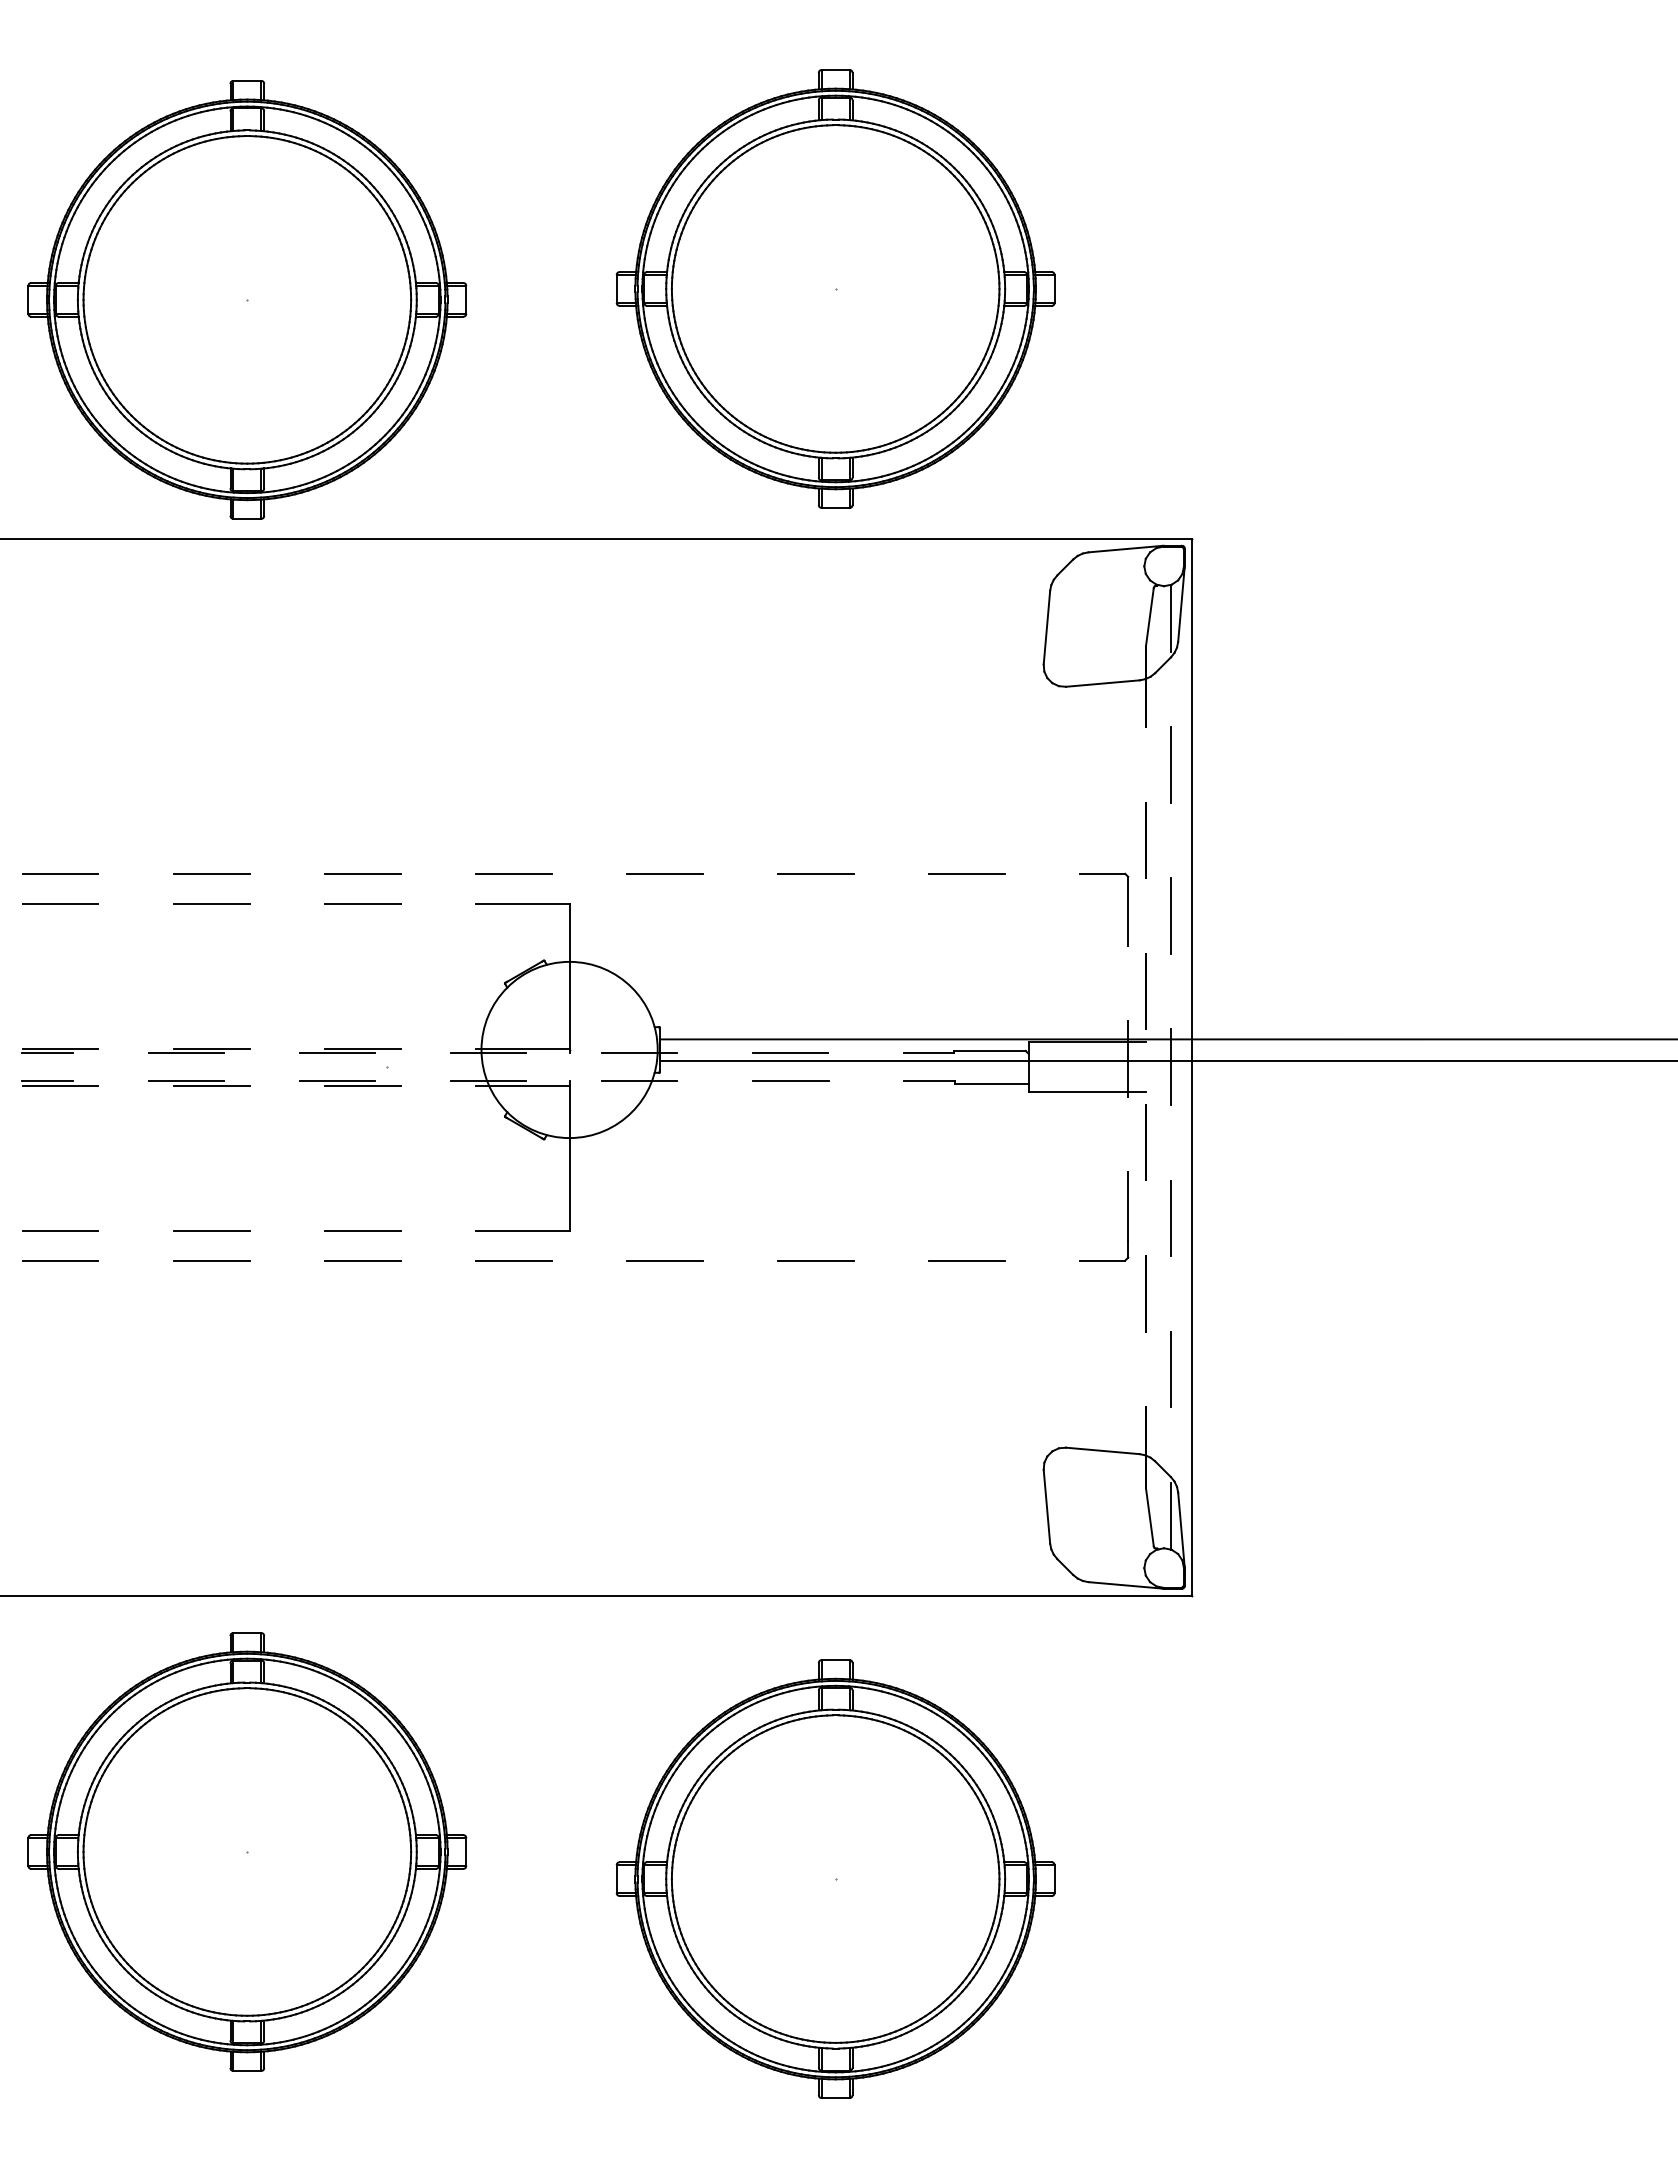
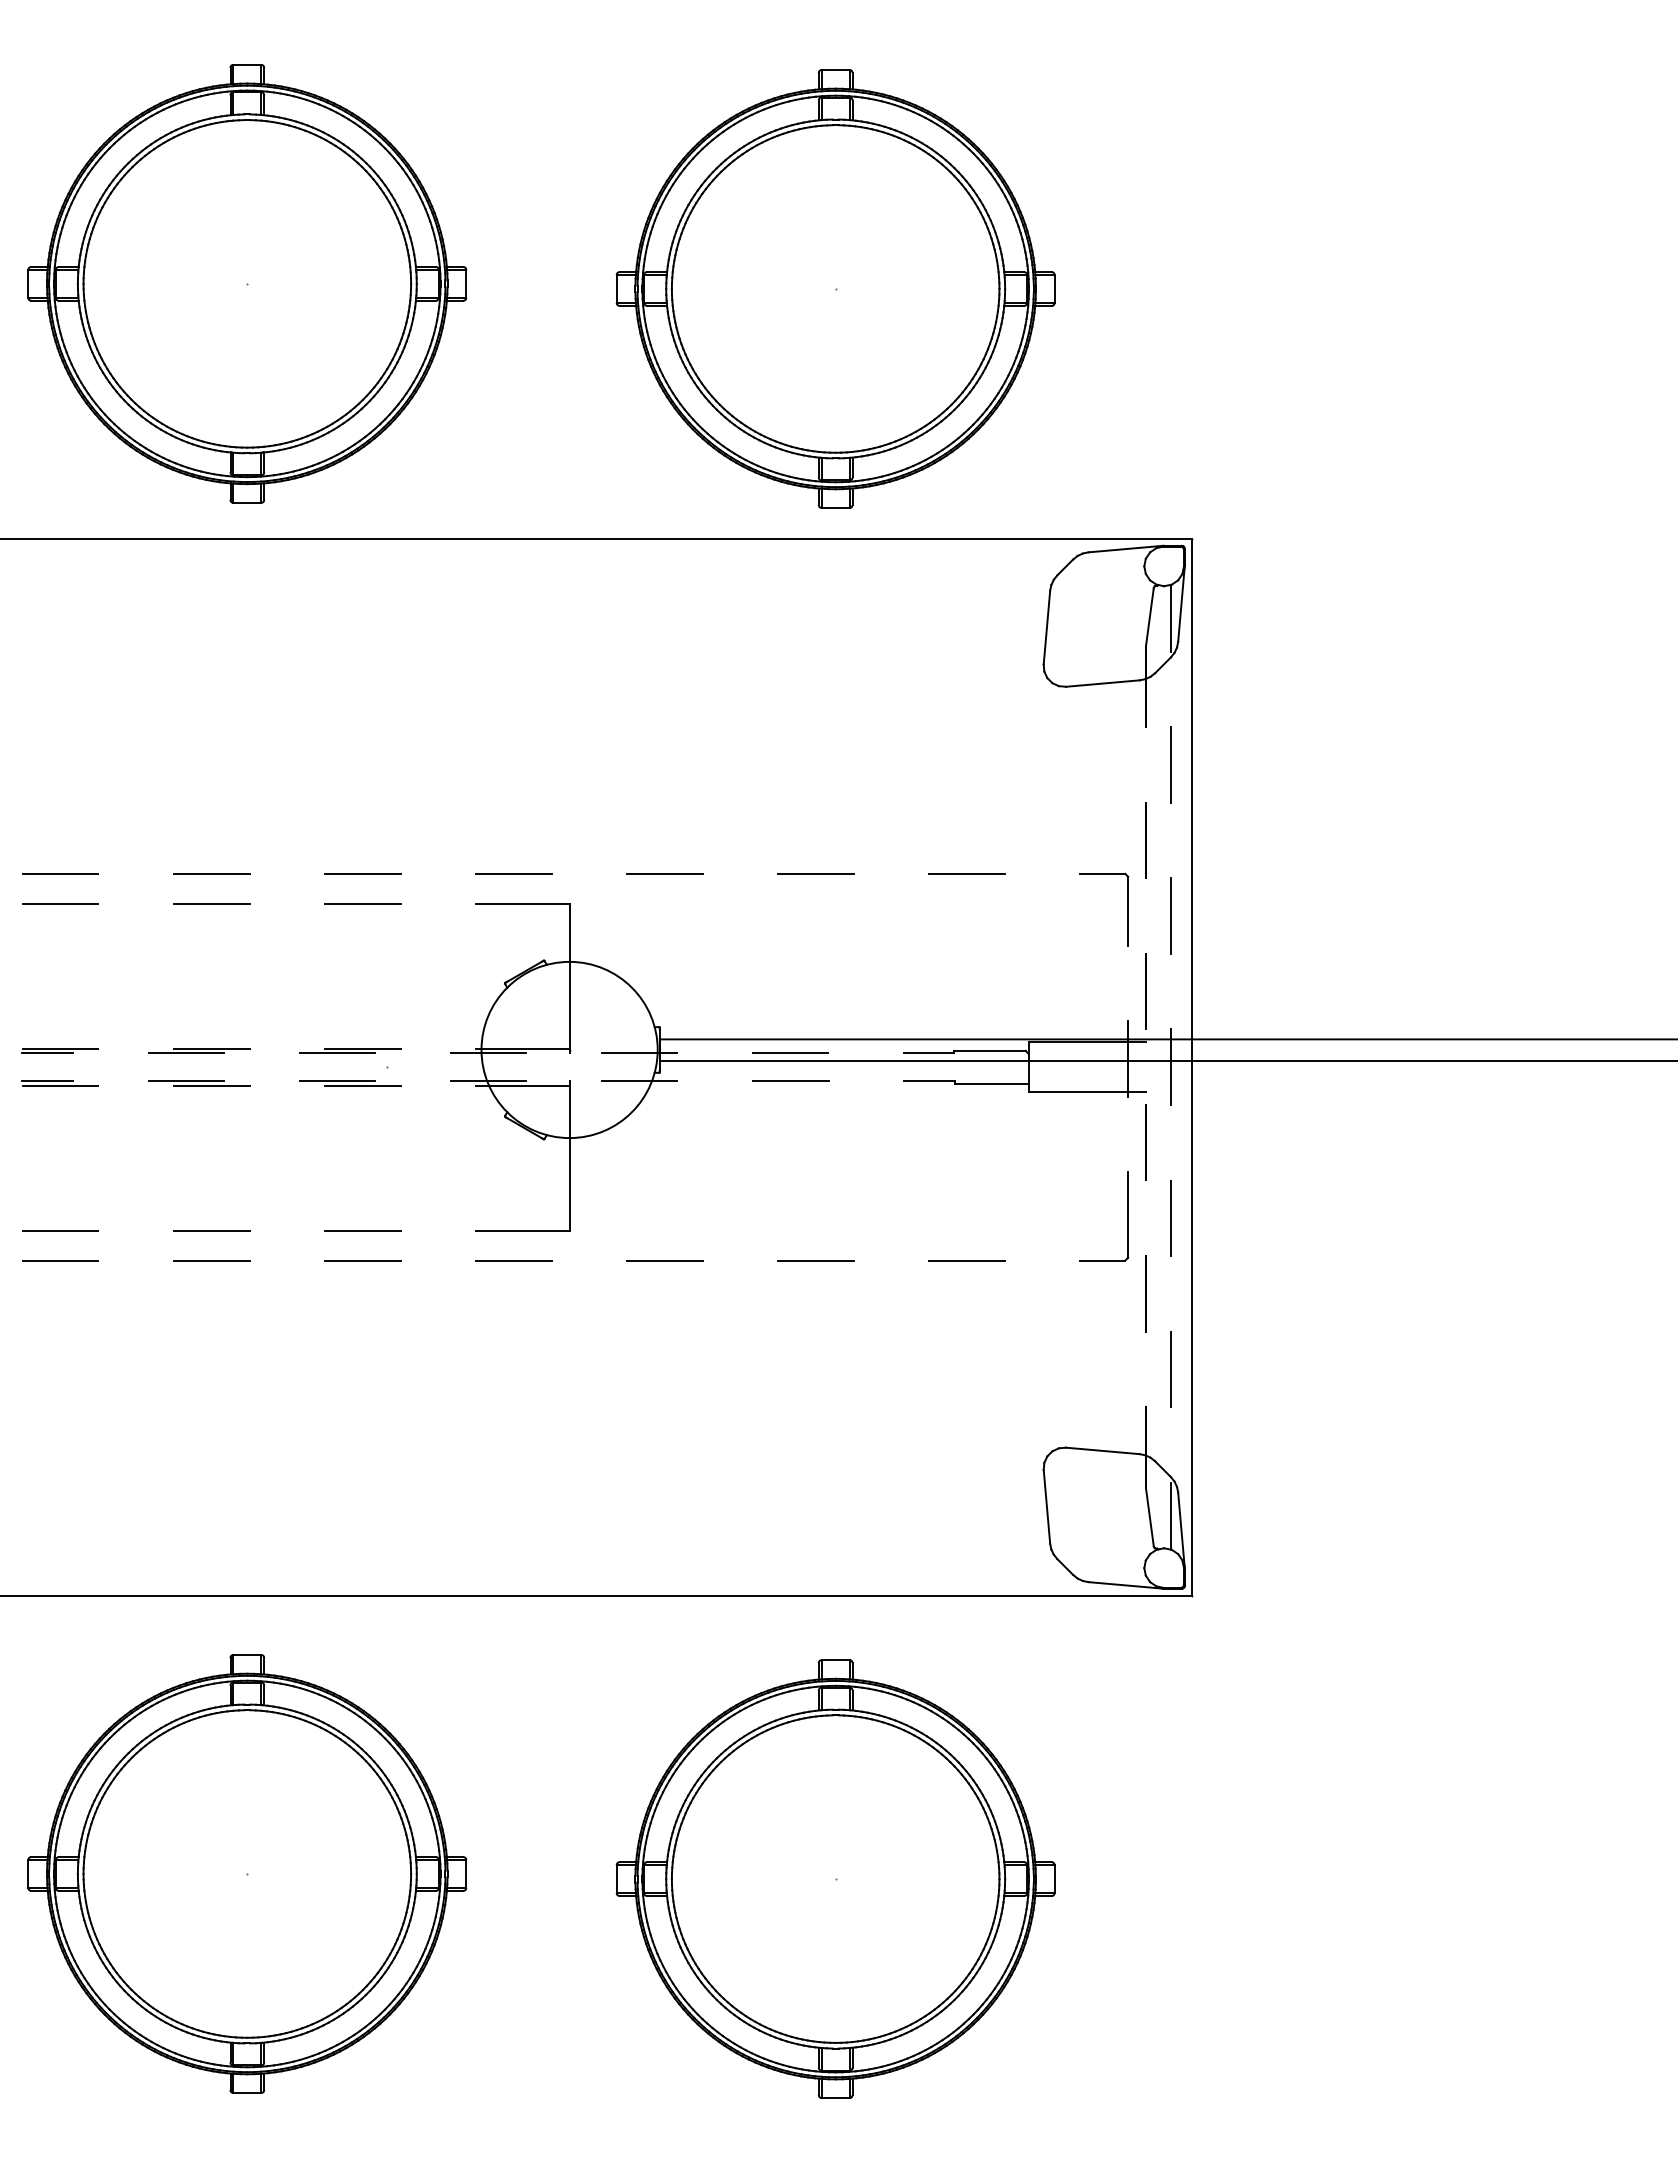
part at (247, 299) position: (247, 299) -> (247, 283)
part at (247, 1851) position: (247, 1851) -> (247, 1873)
